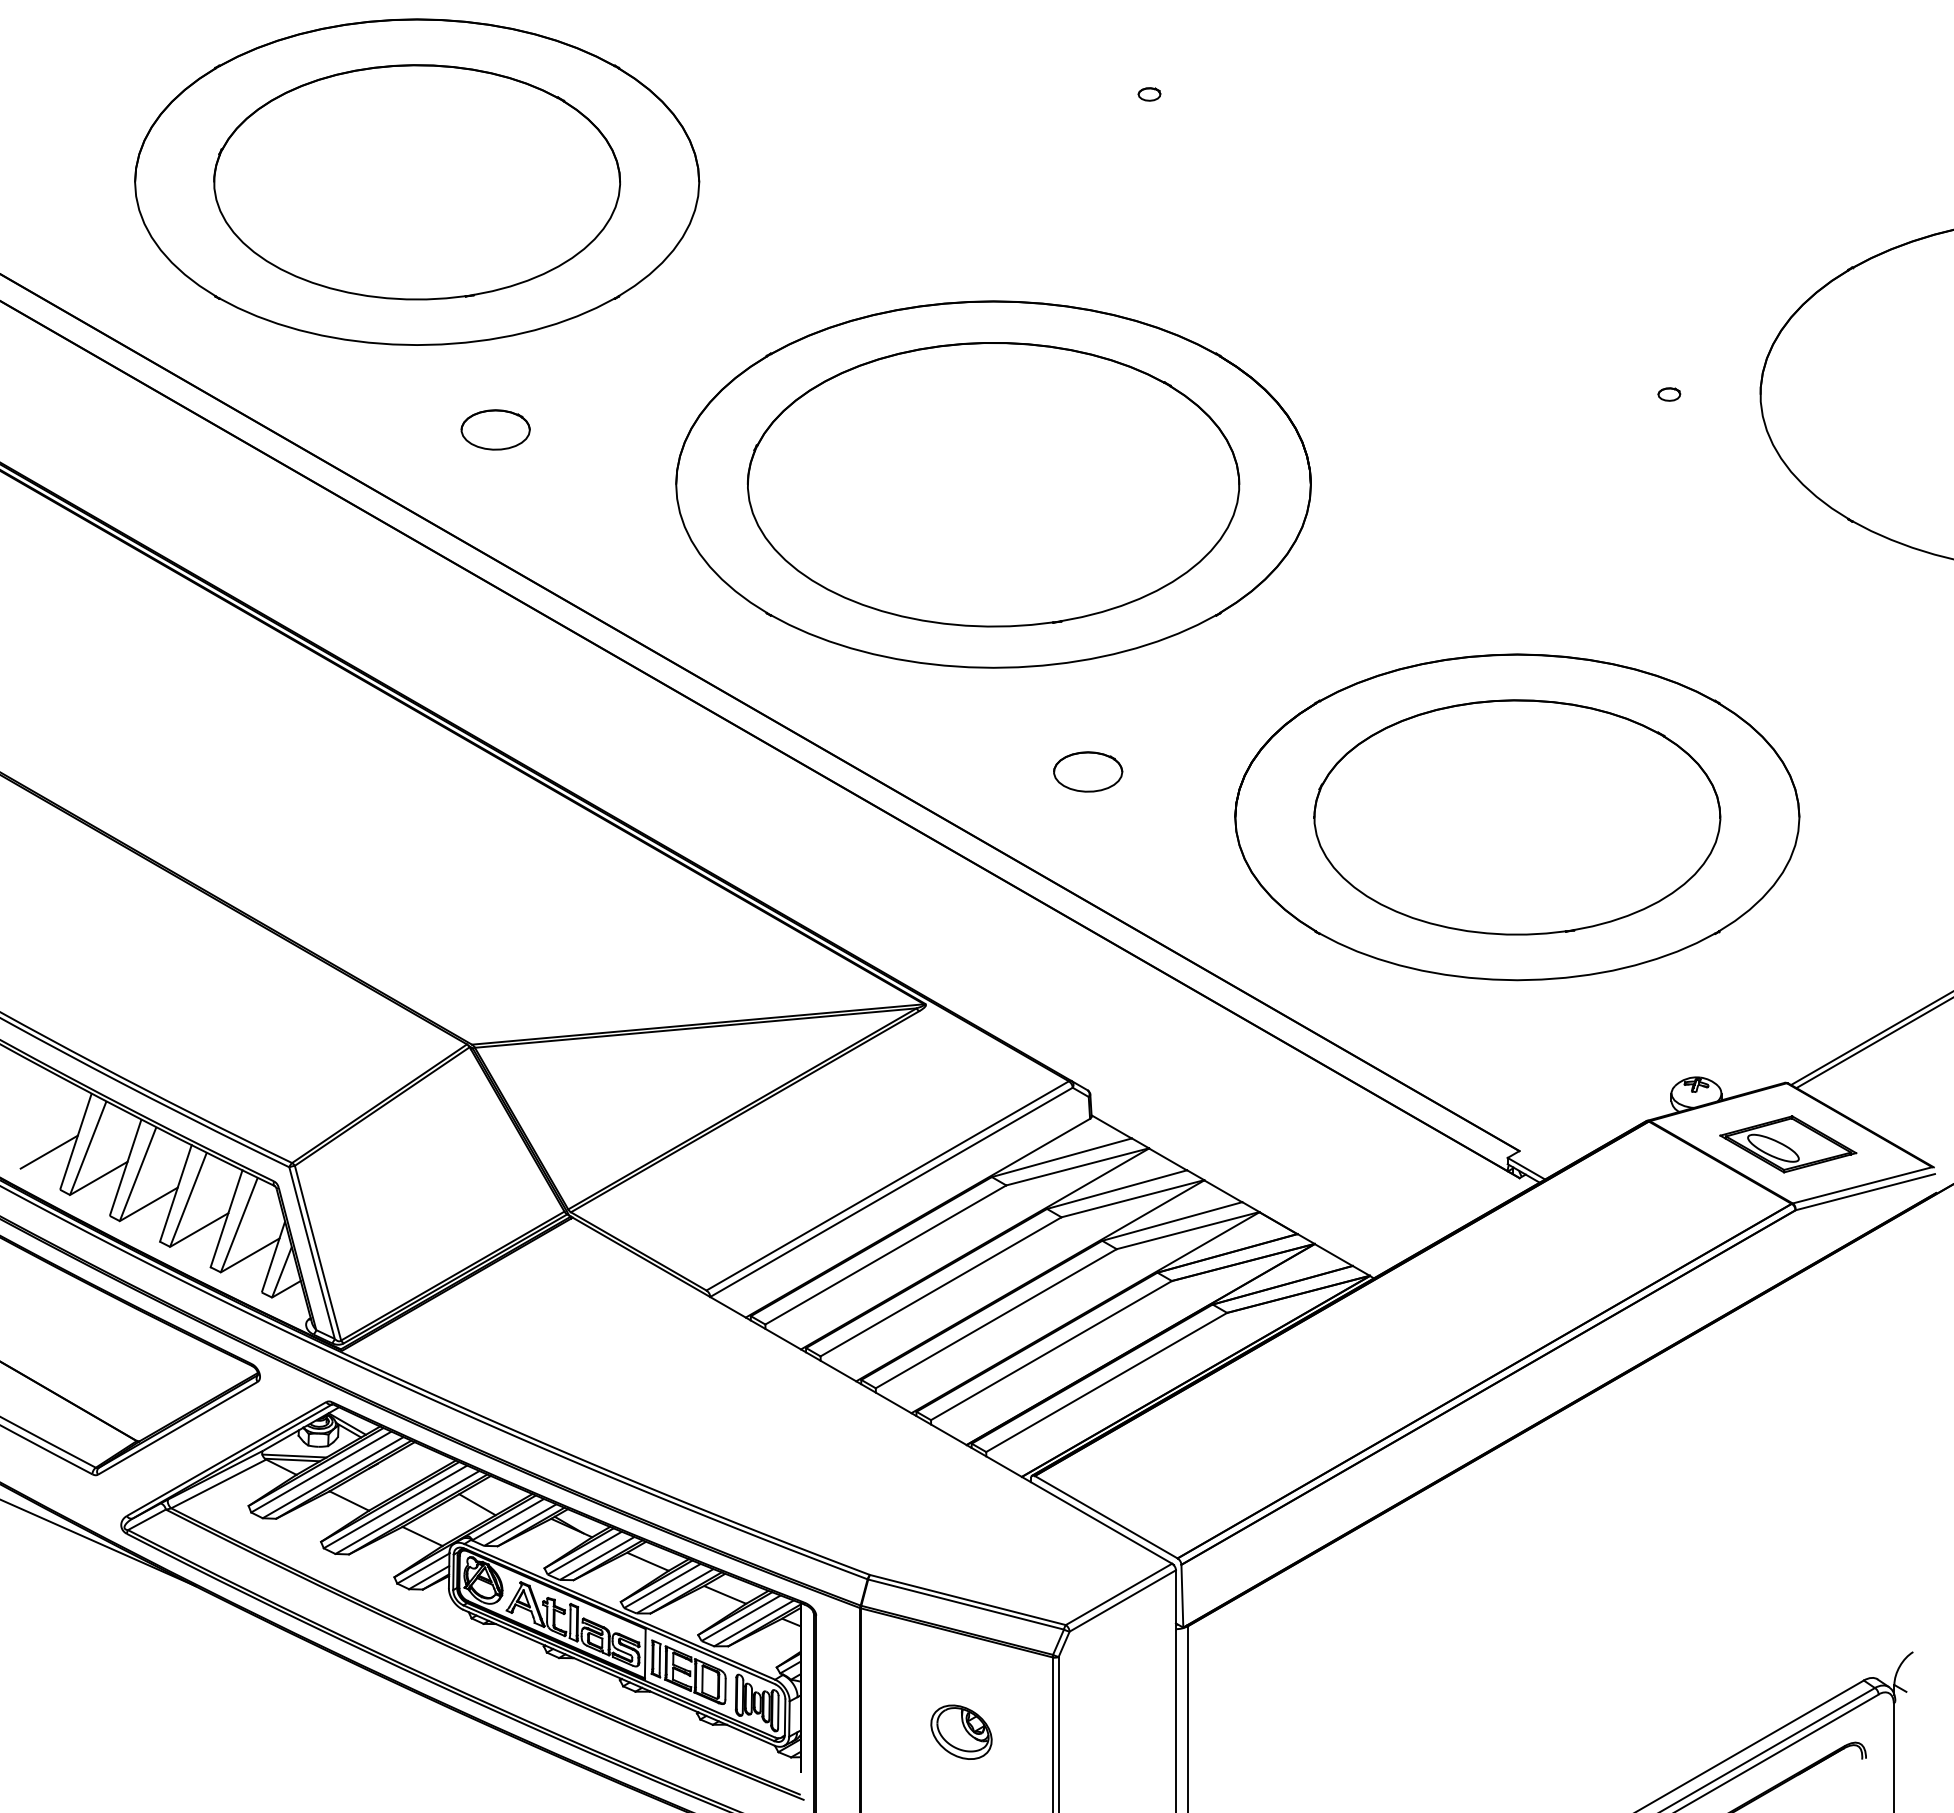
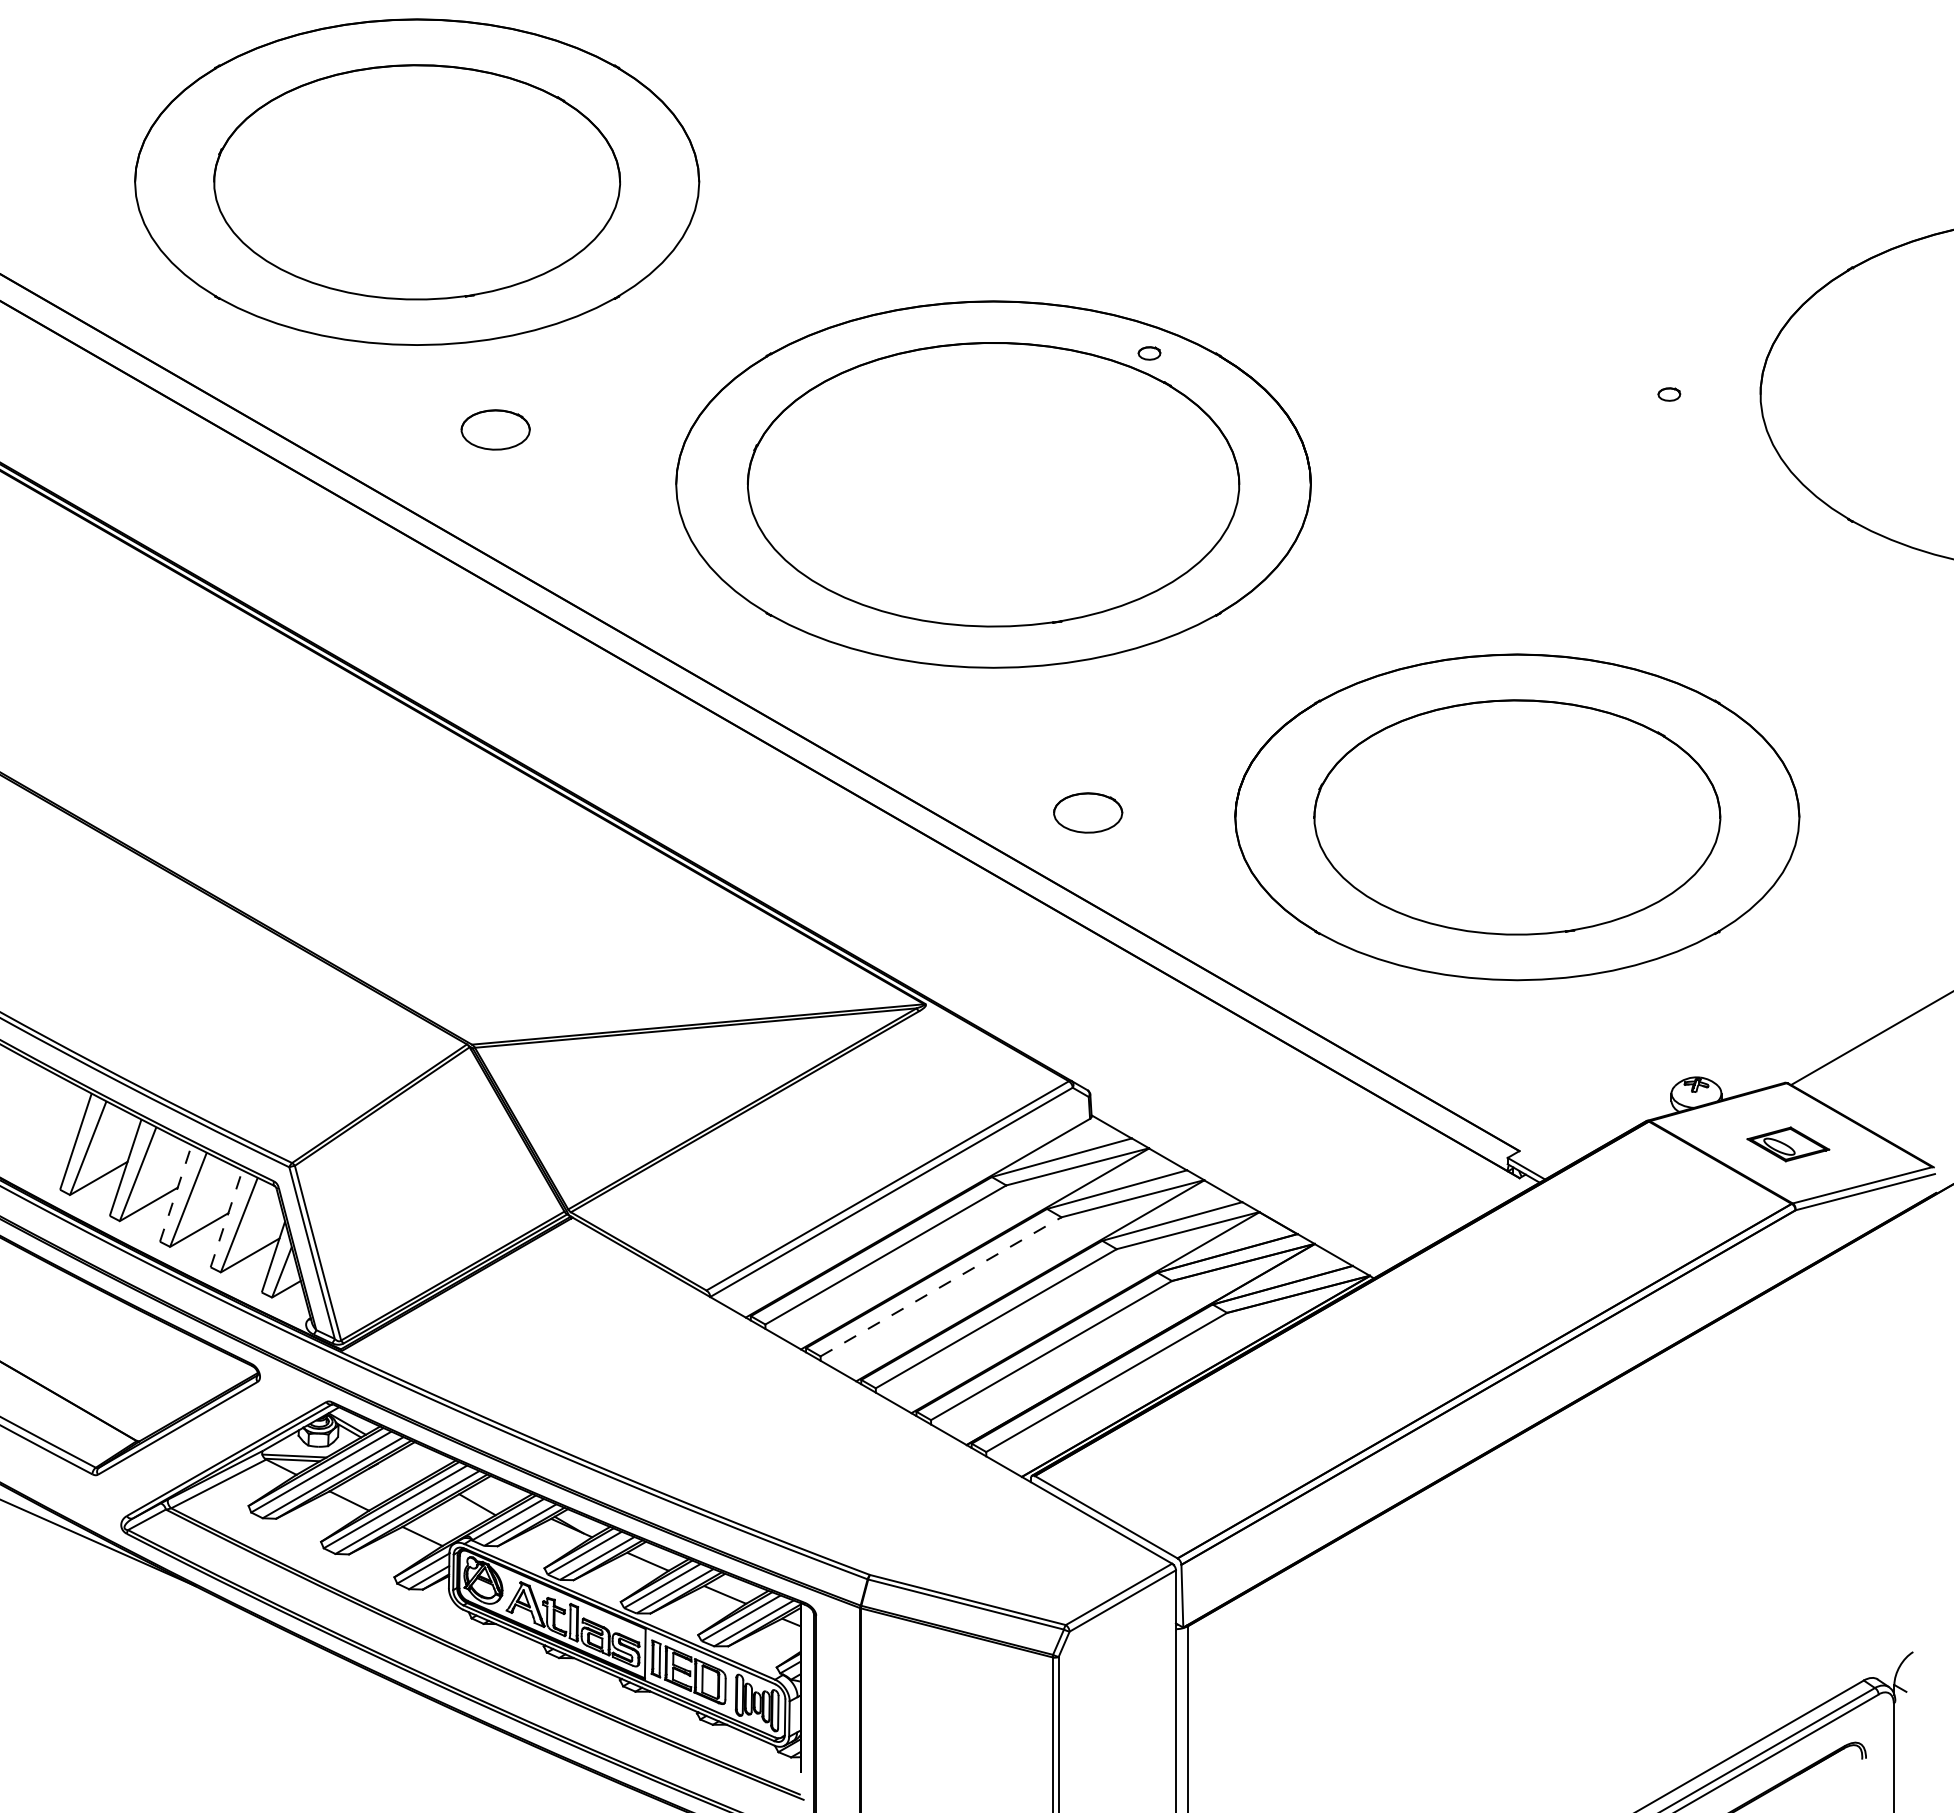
part at (1149, 94) position: (1149, 94) -> (1149, 353)
part at (1088, 771) position: (1088, 771) -> (1088, 812)
line at (1873, 1043): present -> none
part at (1788, 1144) size: 139x59 px -> 85x37 px
line at (48, 1151): present -> none
line at (175, 1193): solid -> dashed
line at (226, 1218): solid -> dashed
line at (941, 1286): solid -> dashed
part at (961, 1731): present -> none
